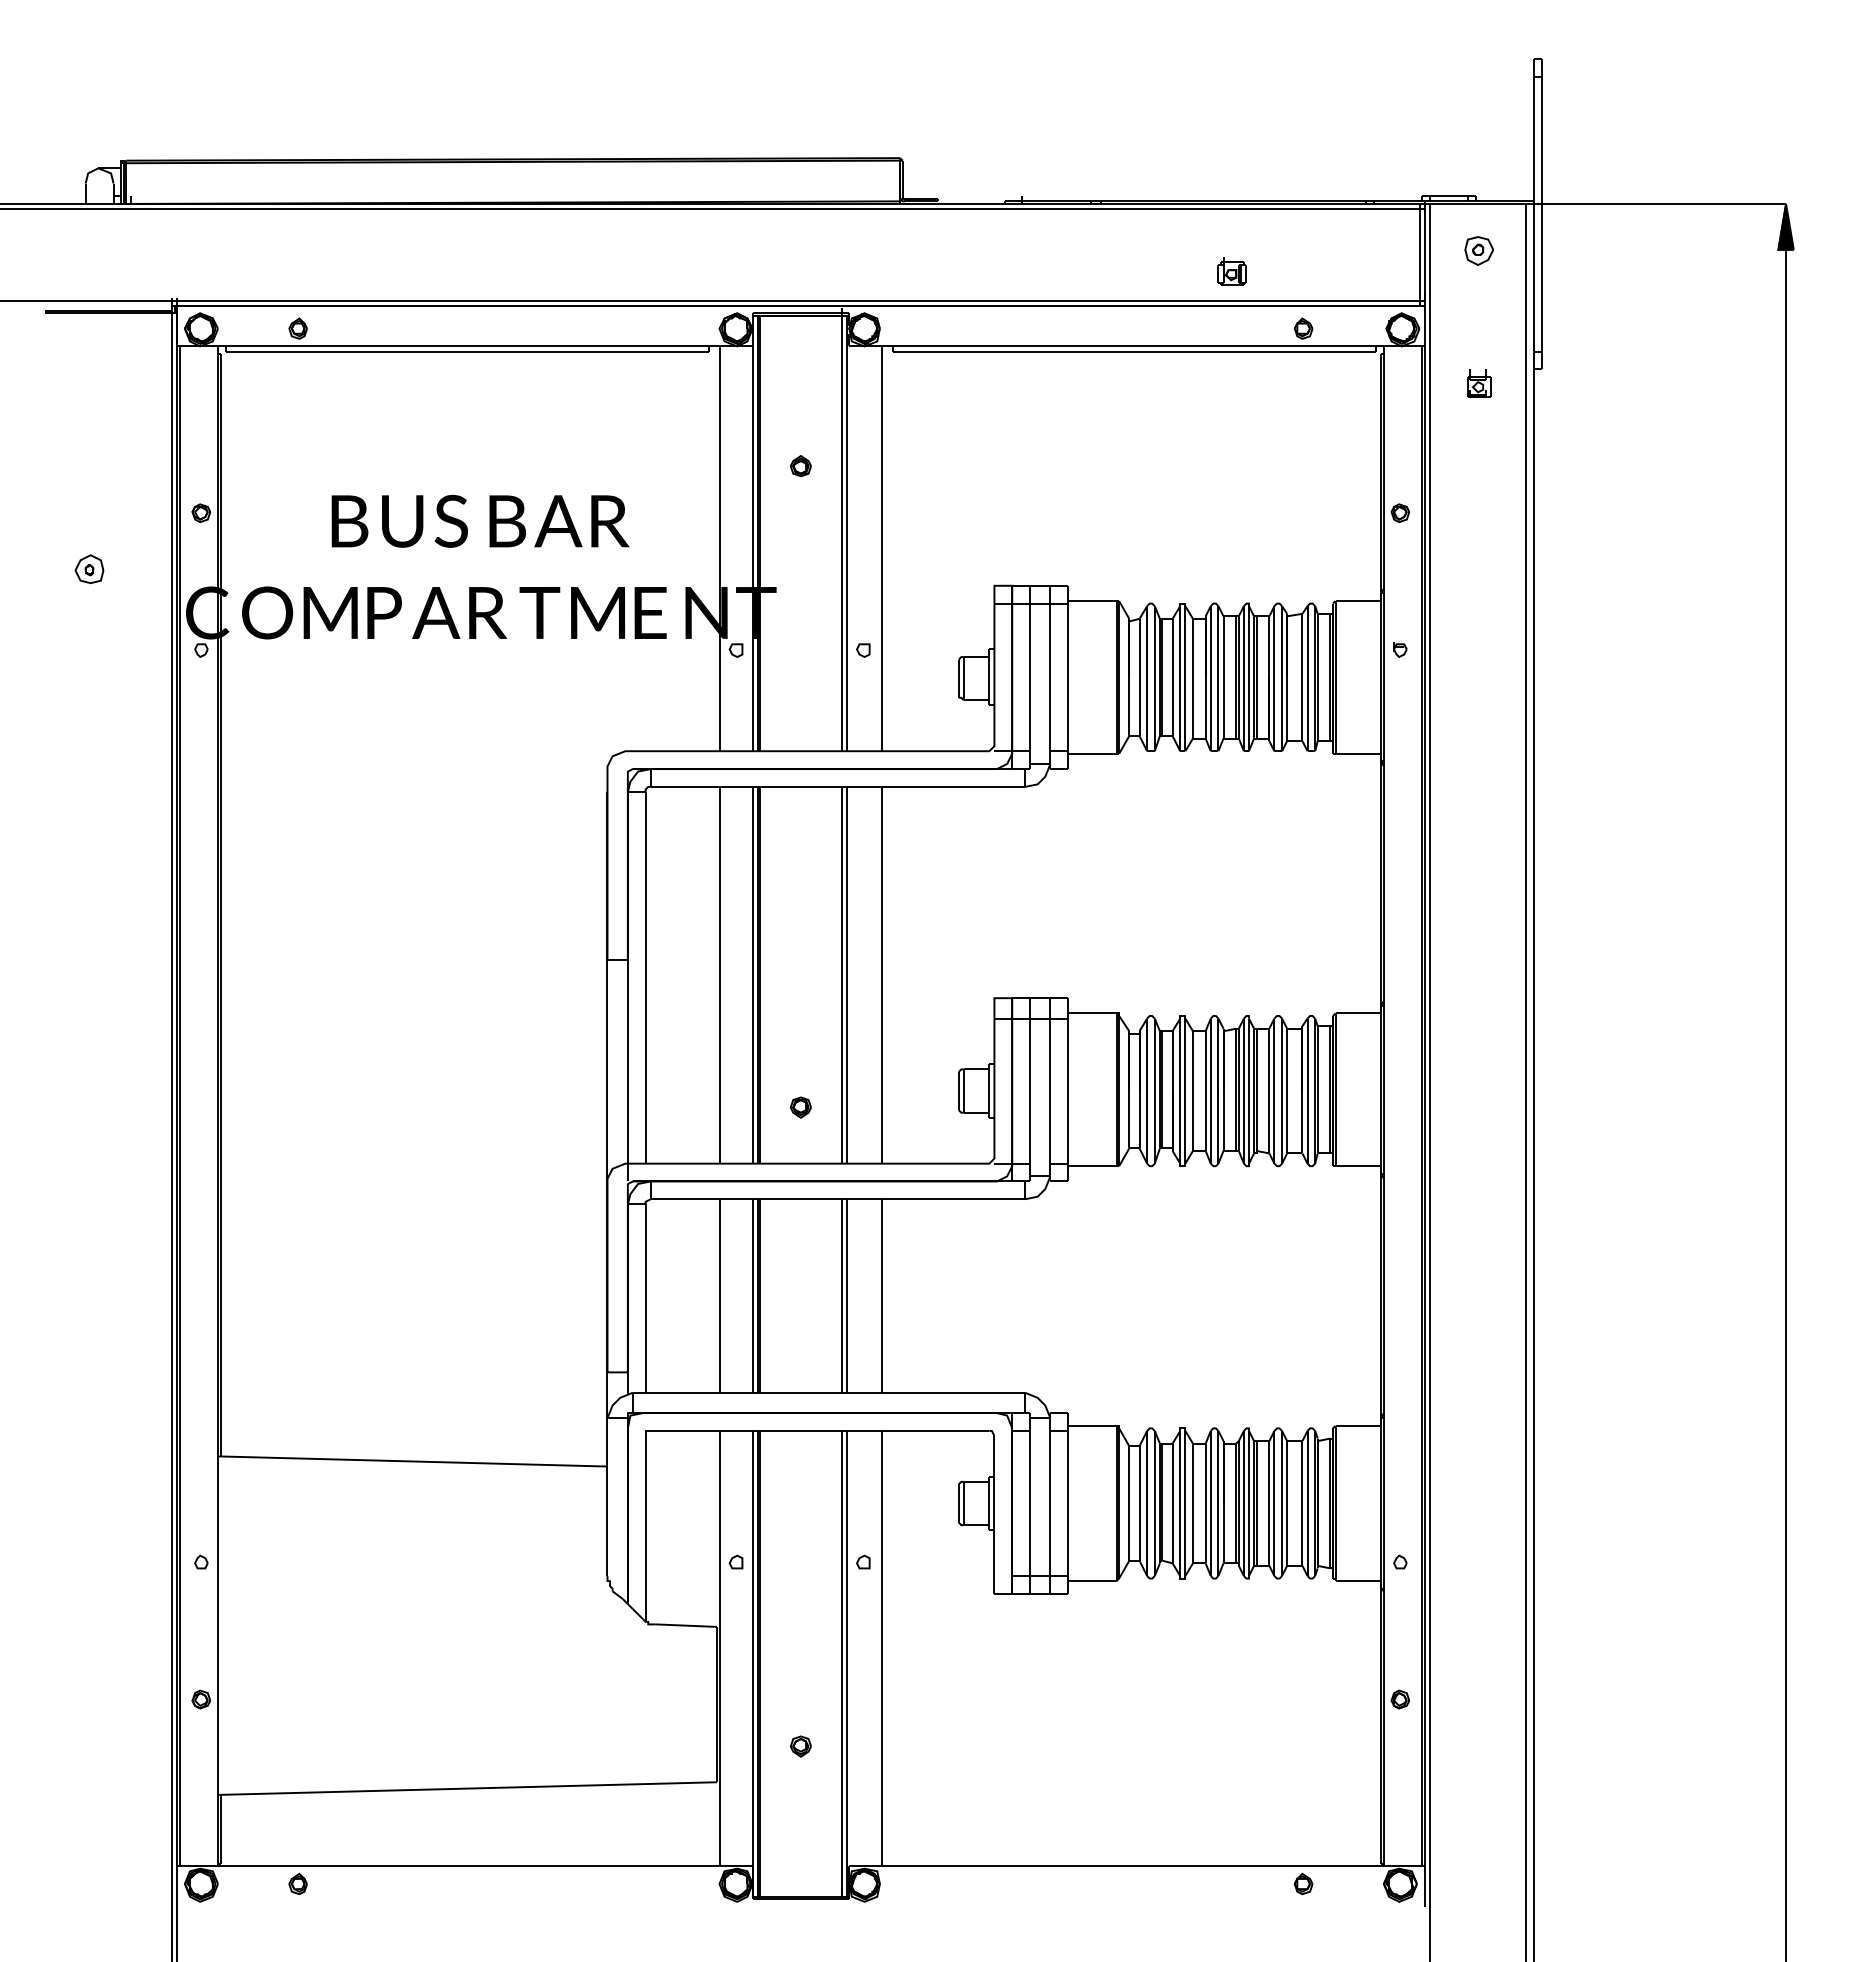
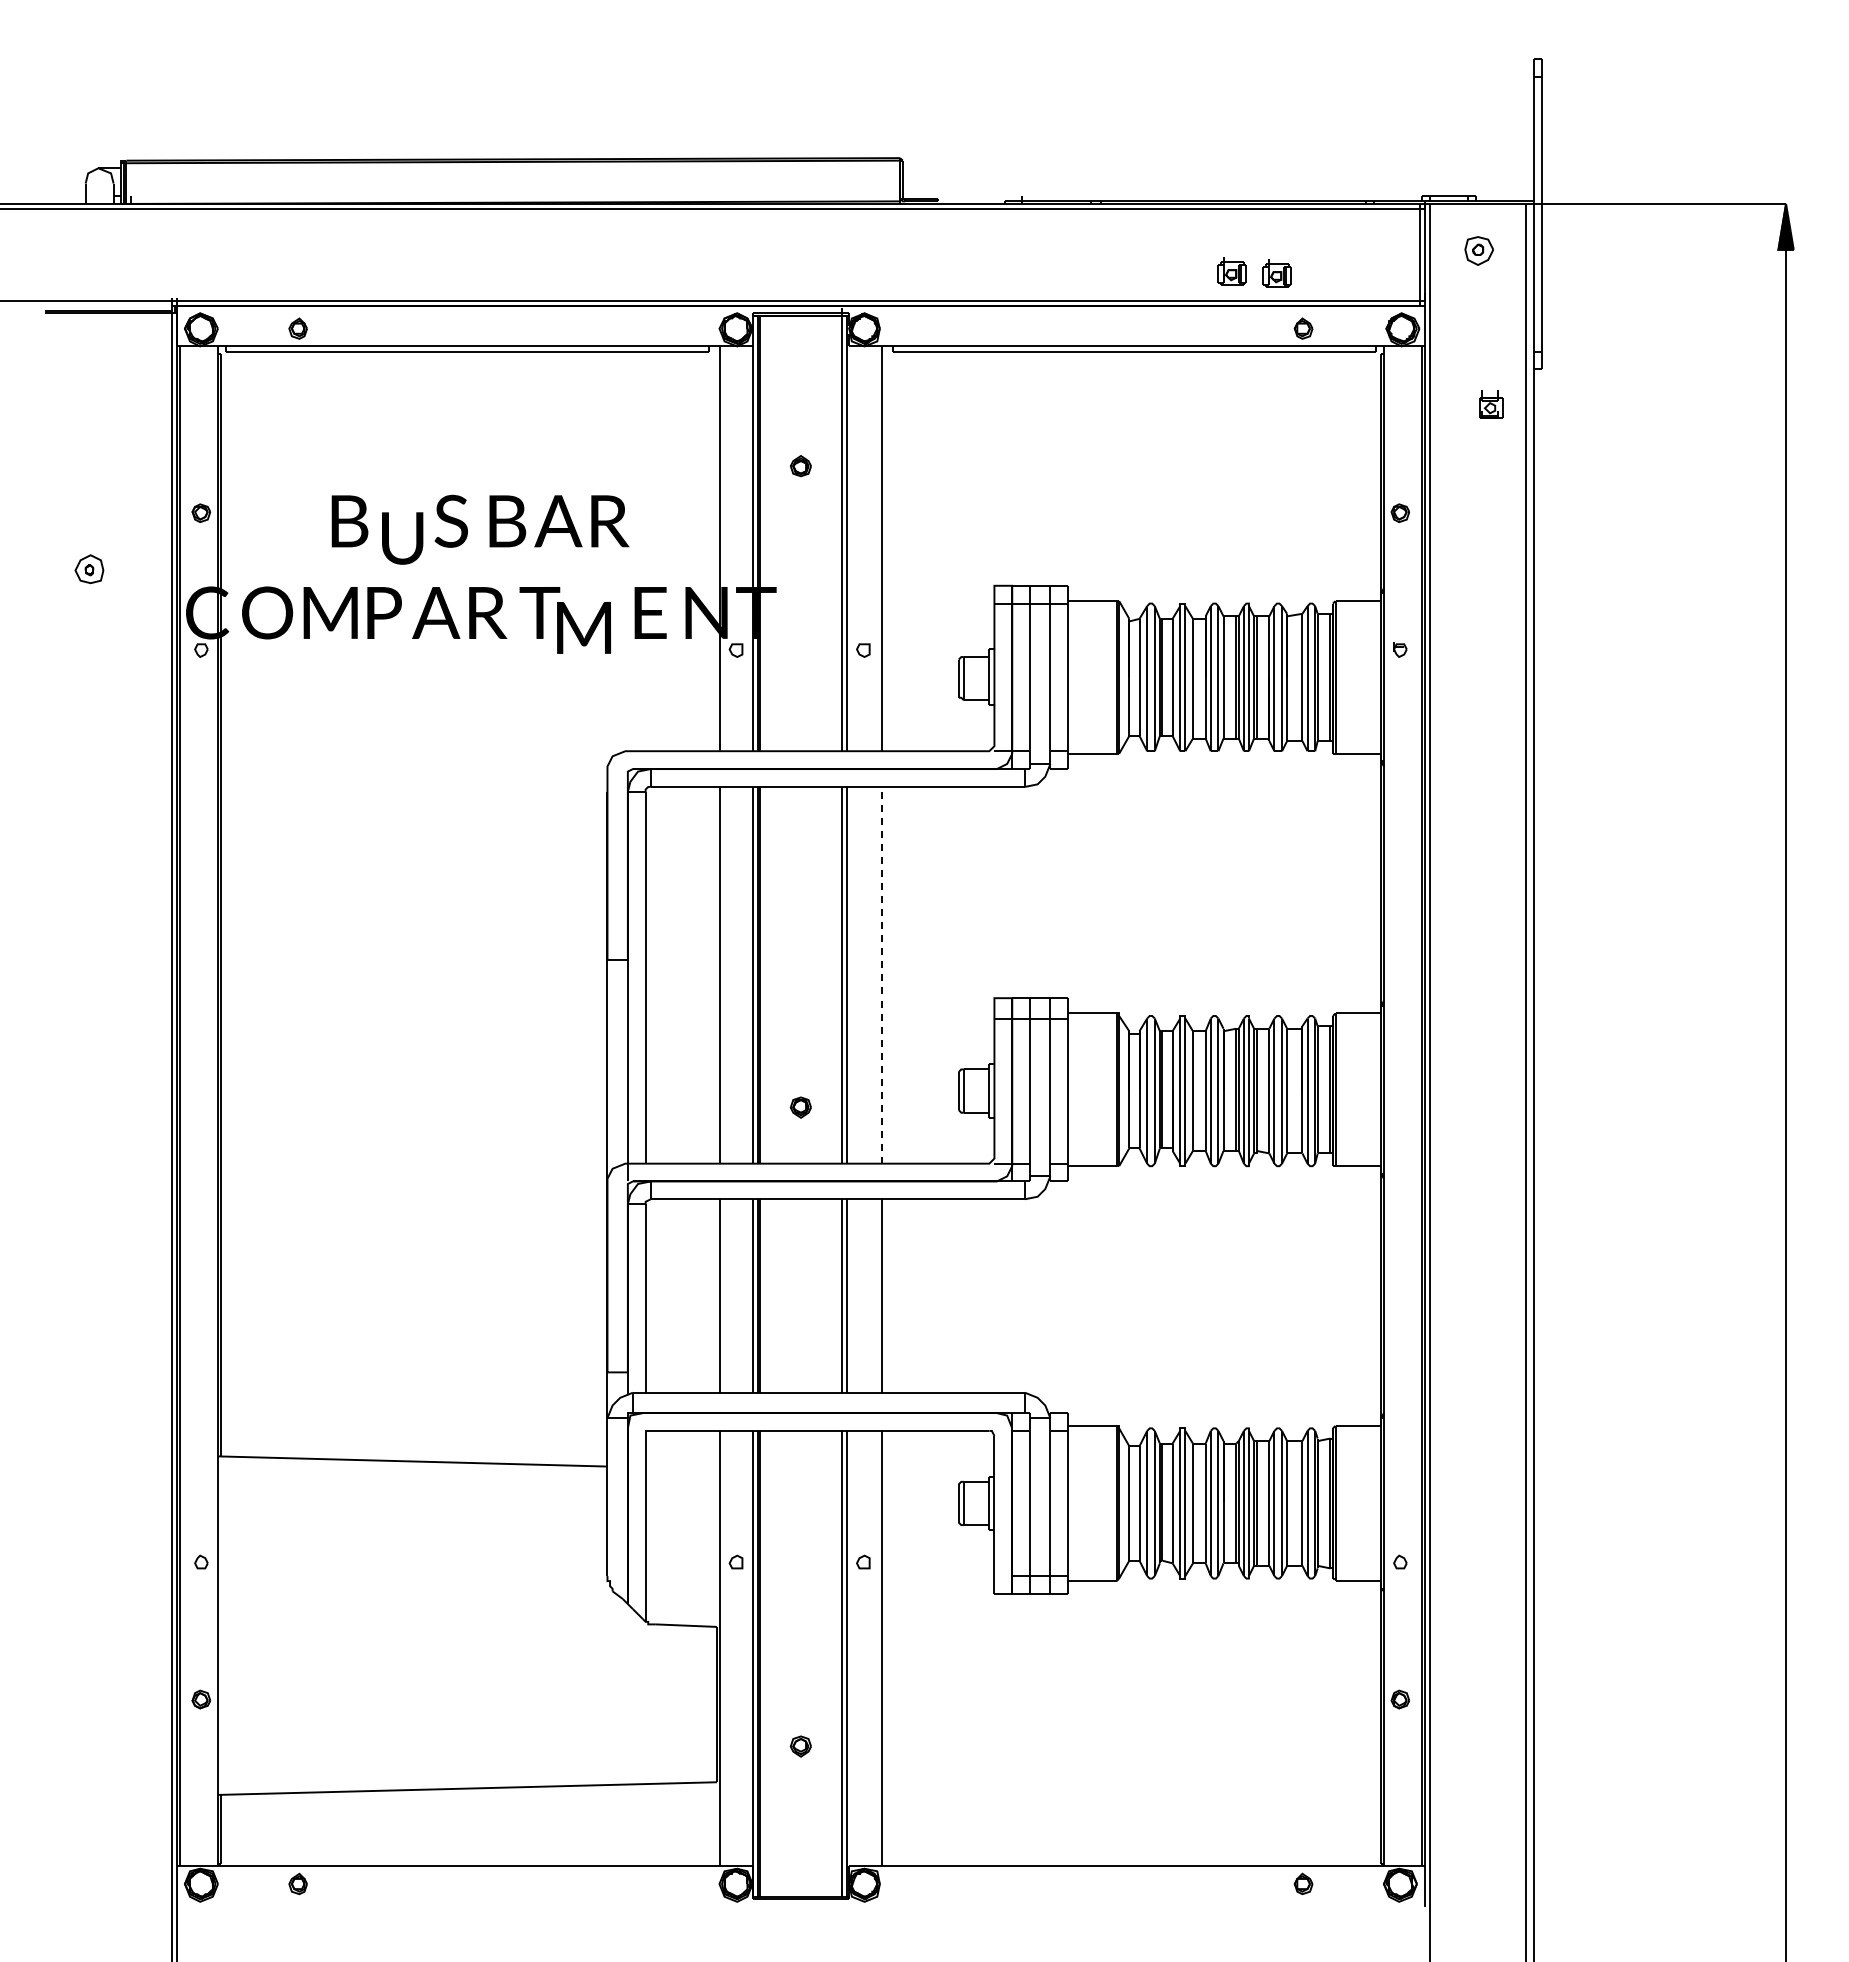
part at (1276, 273): none -> present
part at (1479, 383) position: (1479, 383) -> (1491, 404)
text at (402, 521) position: (402, 521) -> (402, 538)
text at (597, 612) position: (597, 612) -> (583, 627)
line at (882, 974): solid -> dashed
